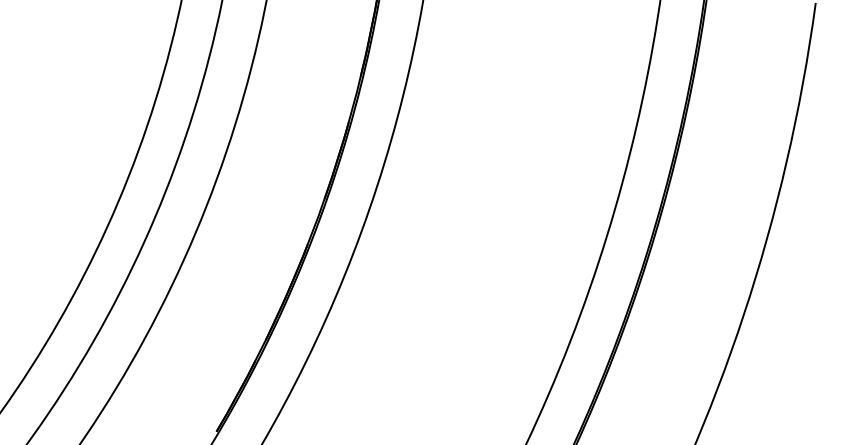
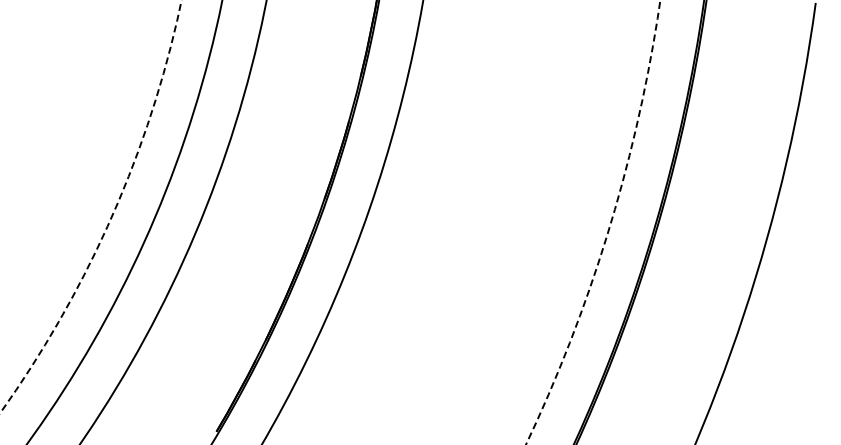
arc at (112, 214): solid -> dashed
arc at (608, 229): solid -> dashed
